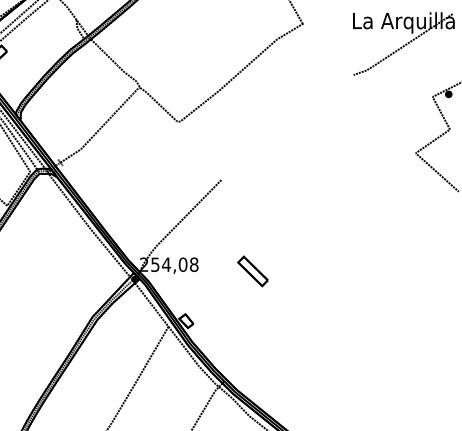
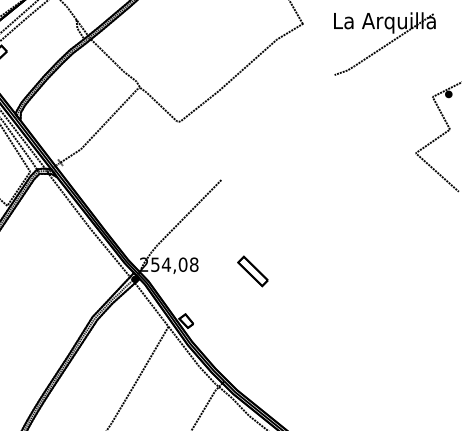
part at (403, 43) position: (403, 43) -> (384, 43)
